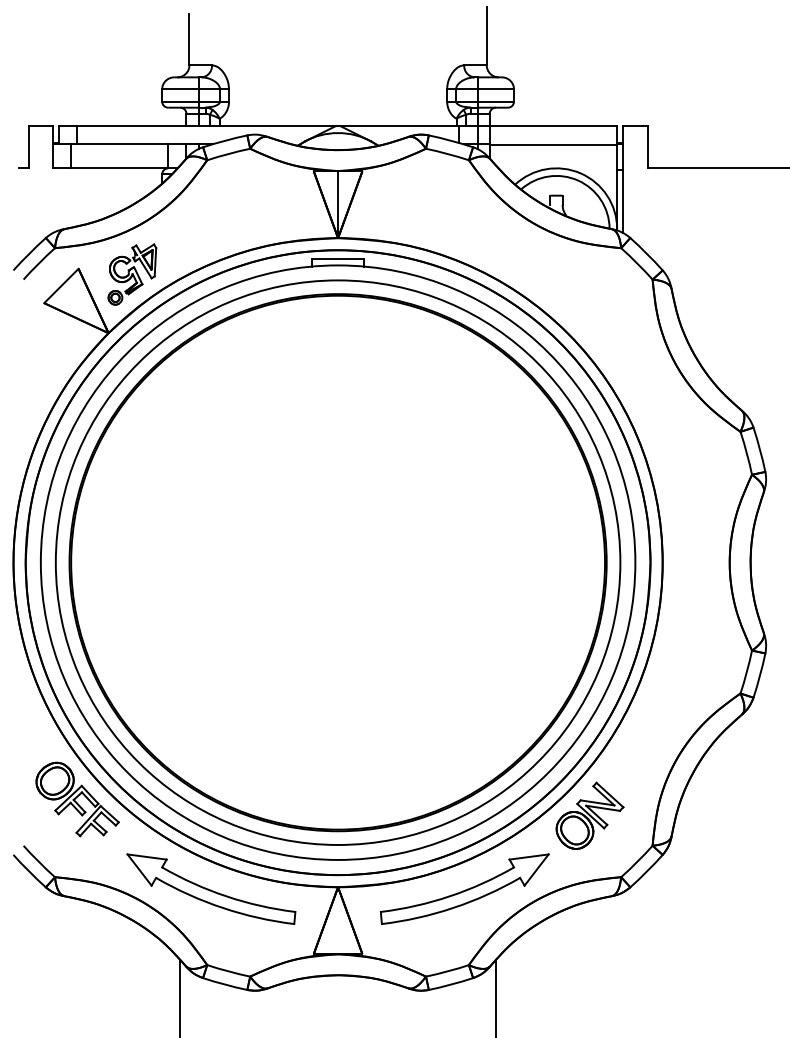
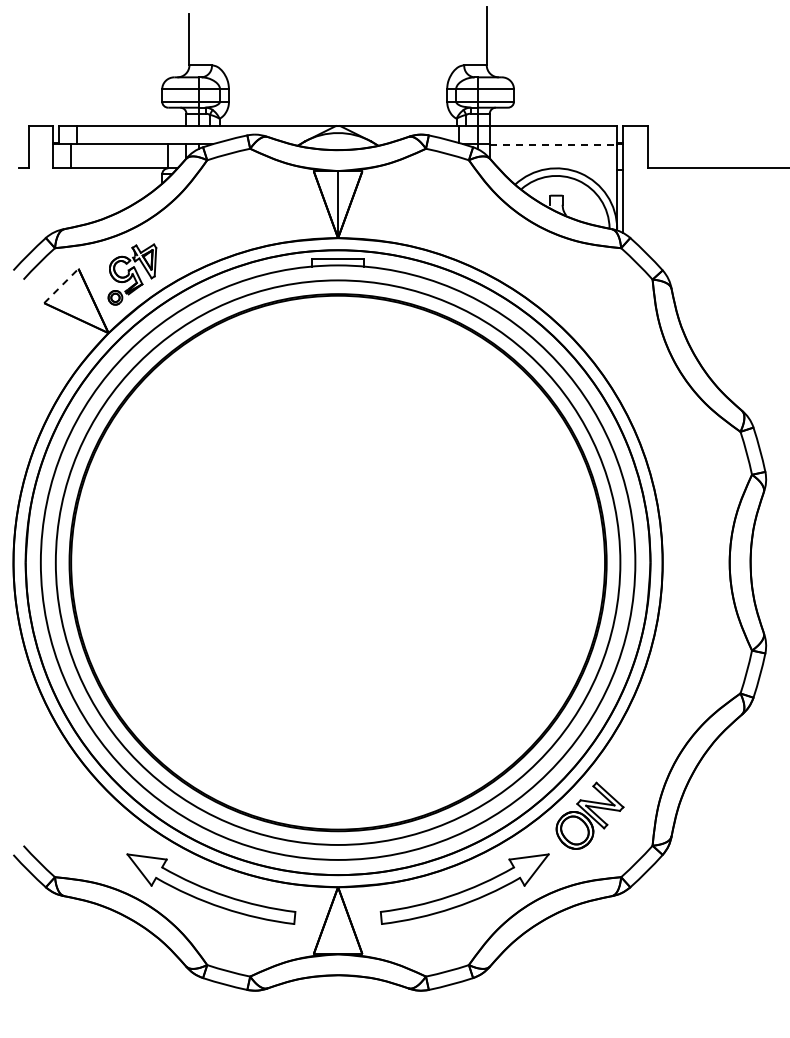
line at (553, 145): solid -> dashed
line at (61, 285): solid -> dashed
part at (77, 799): present -> none
line at (180, 997): present -> none
line at (495, 997): present -> none
